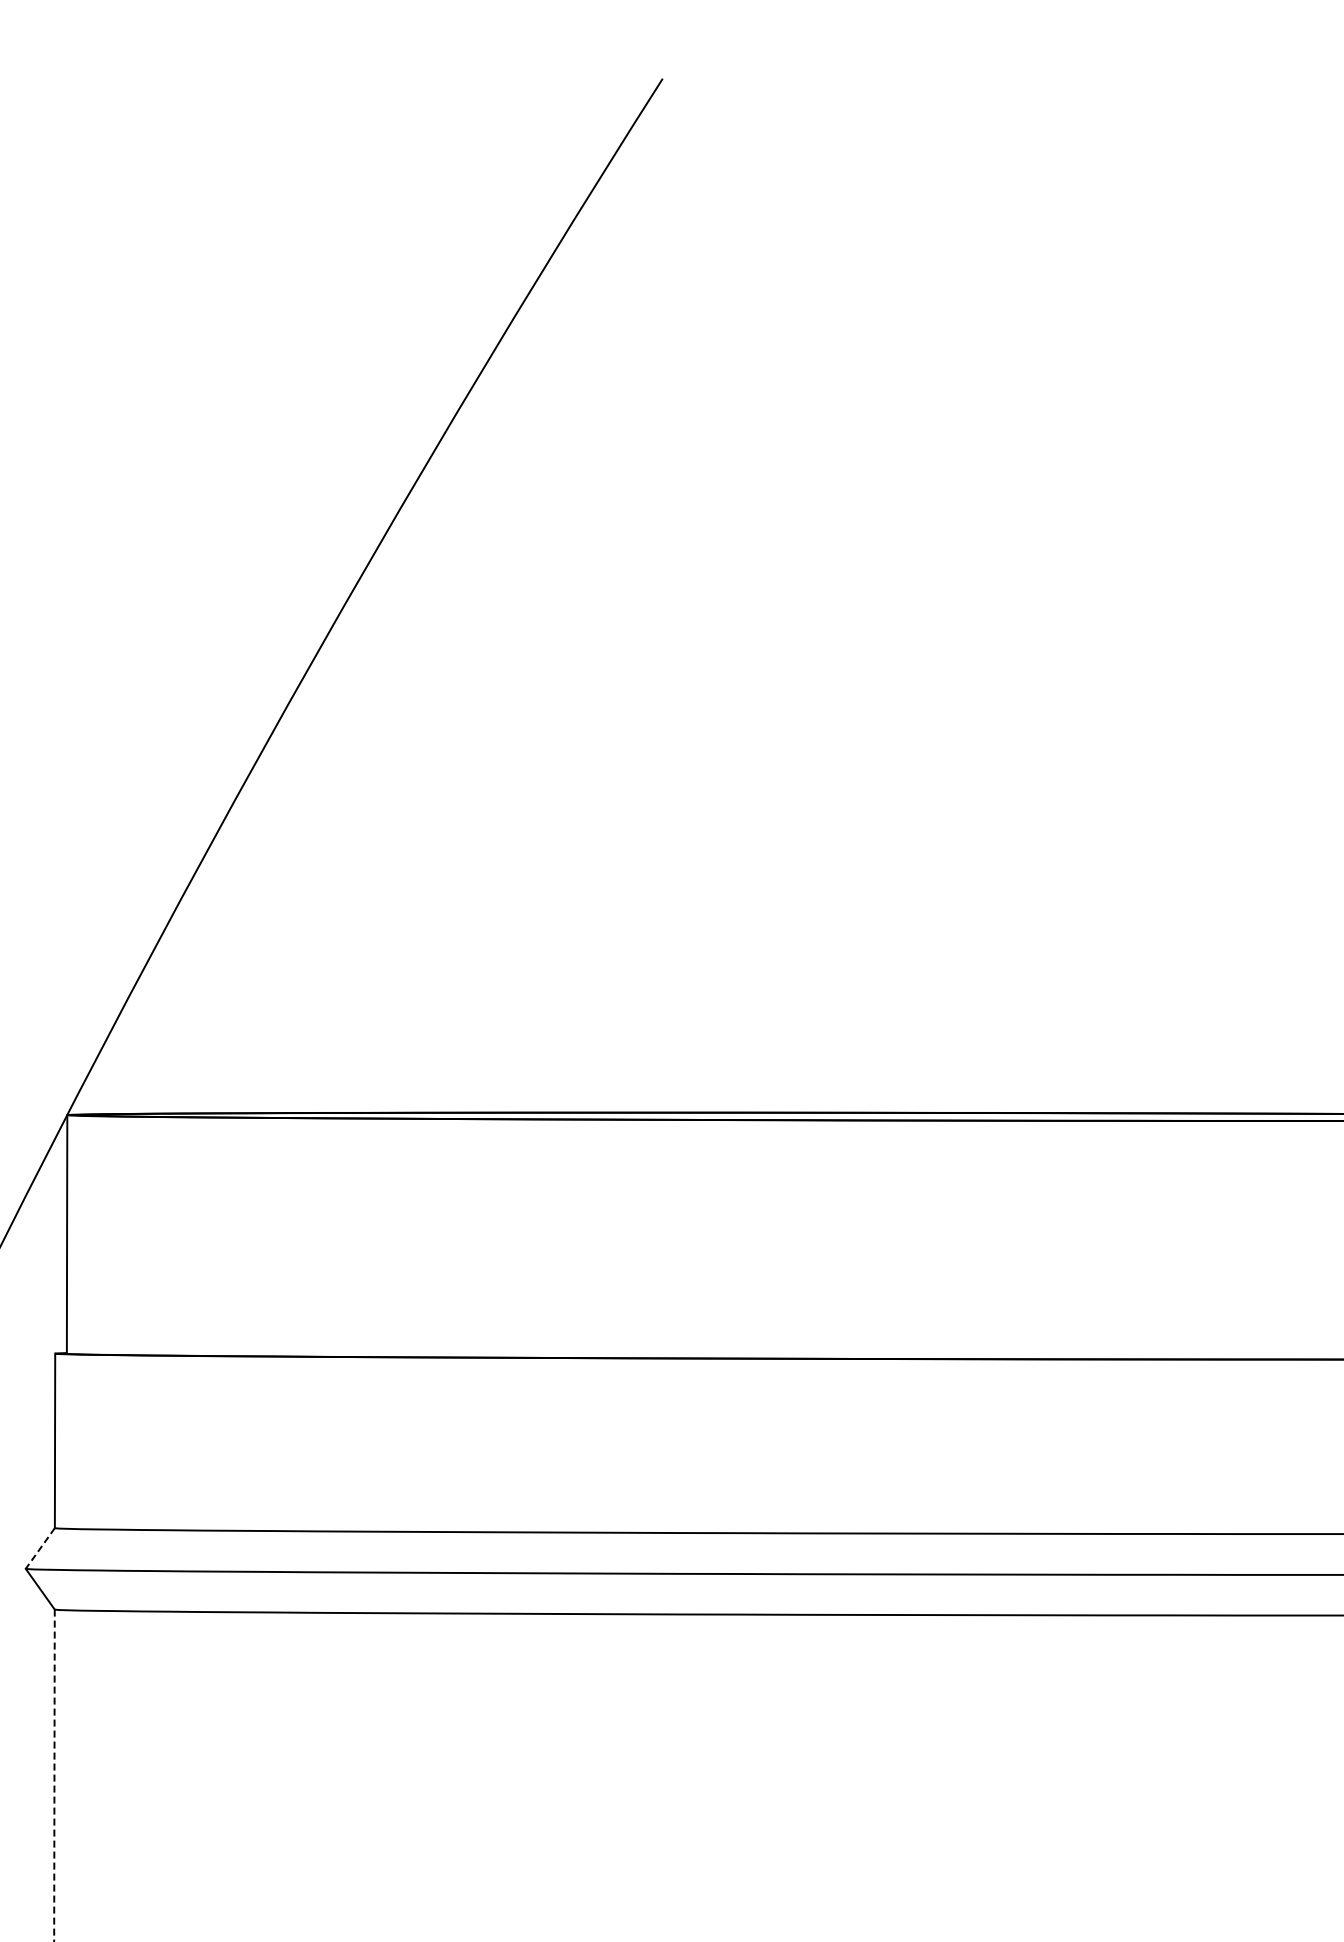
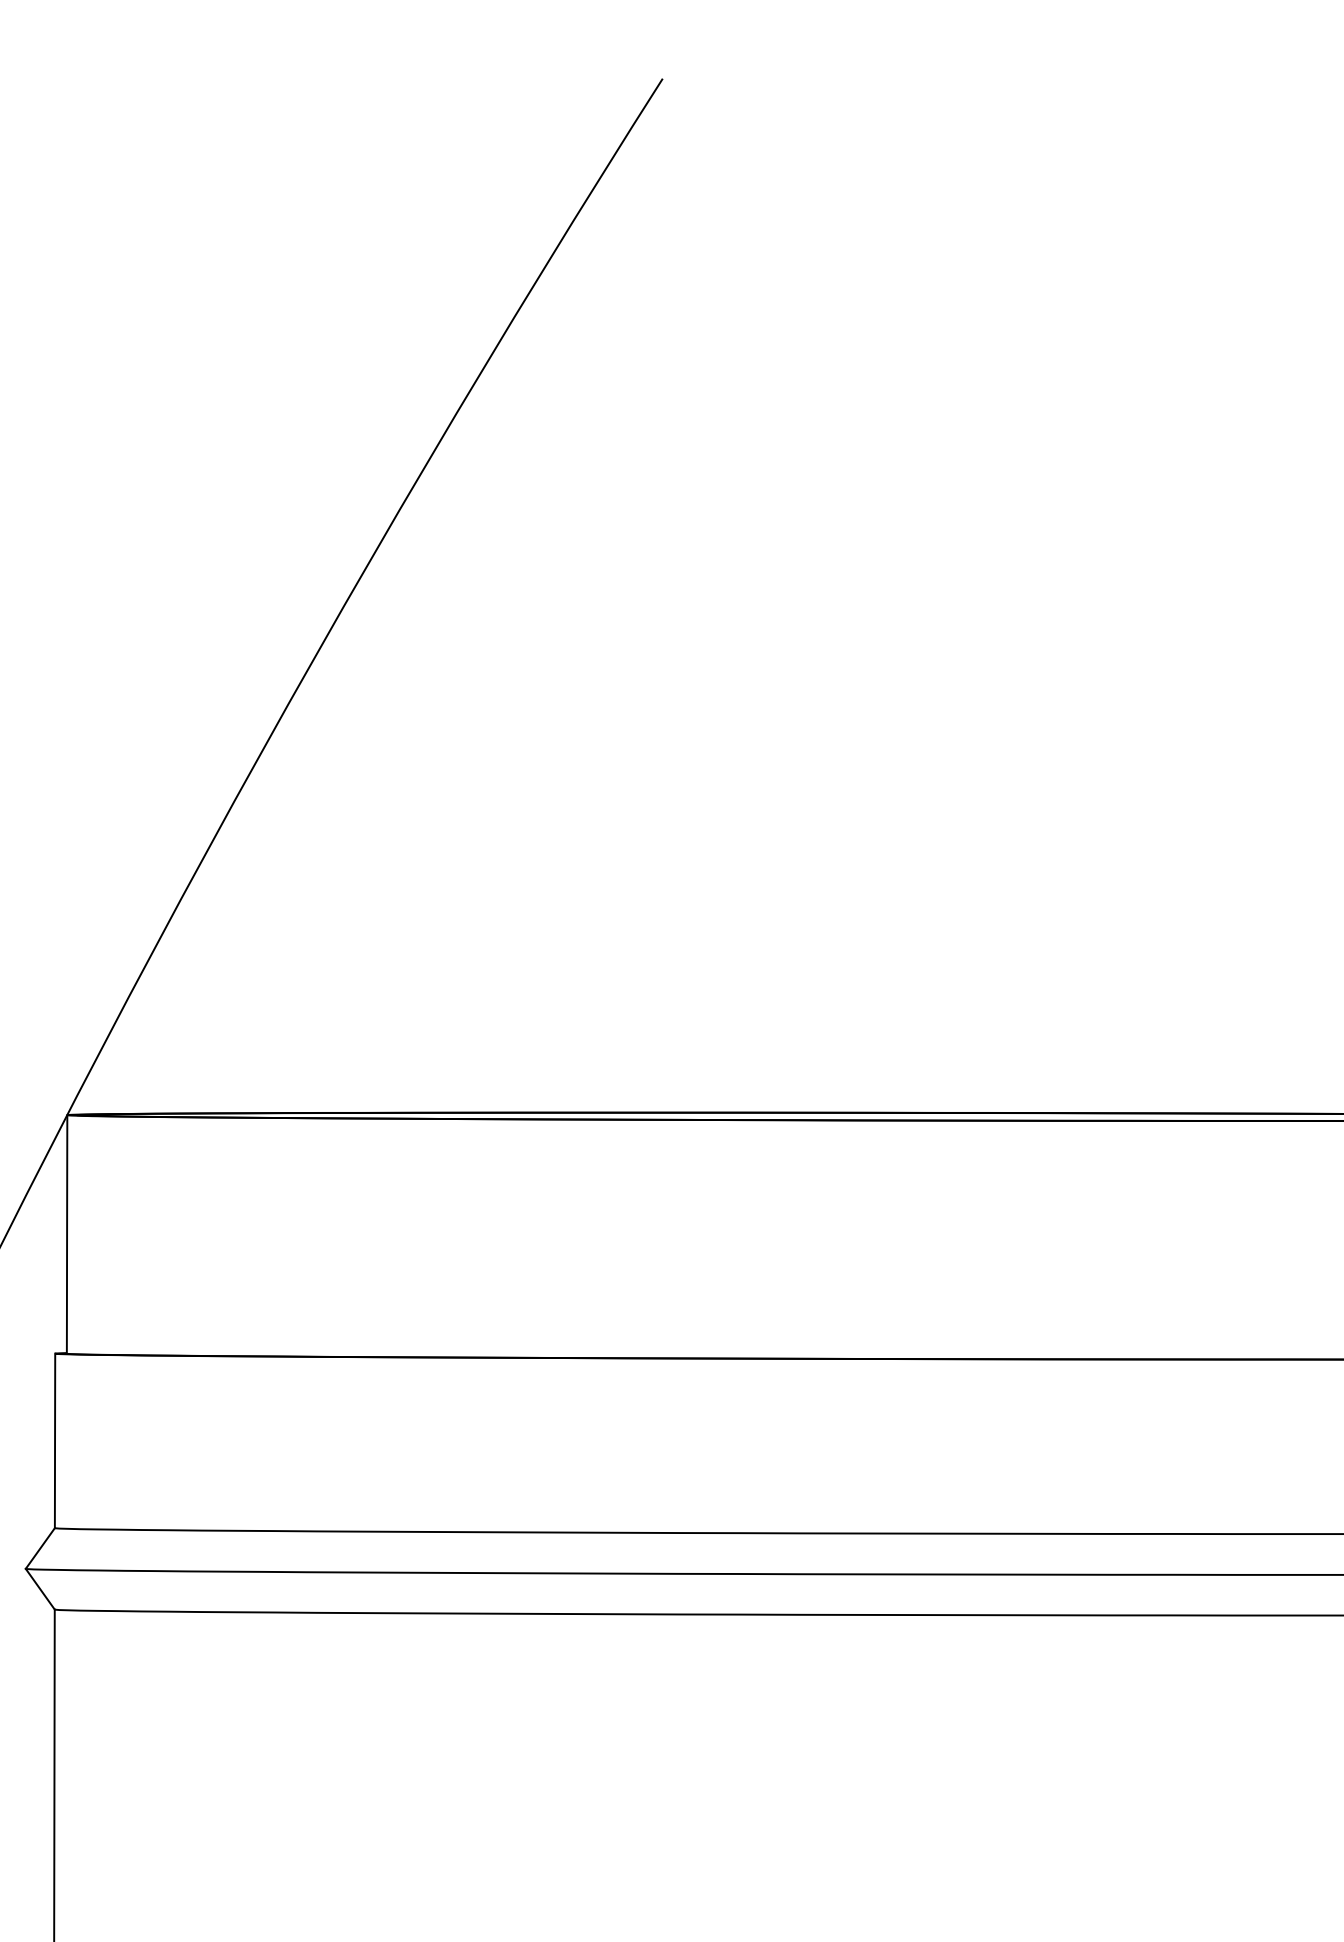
line at (40, 1548): dashed -> solid
line at (54, 1775): dashed -> solid
